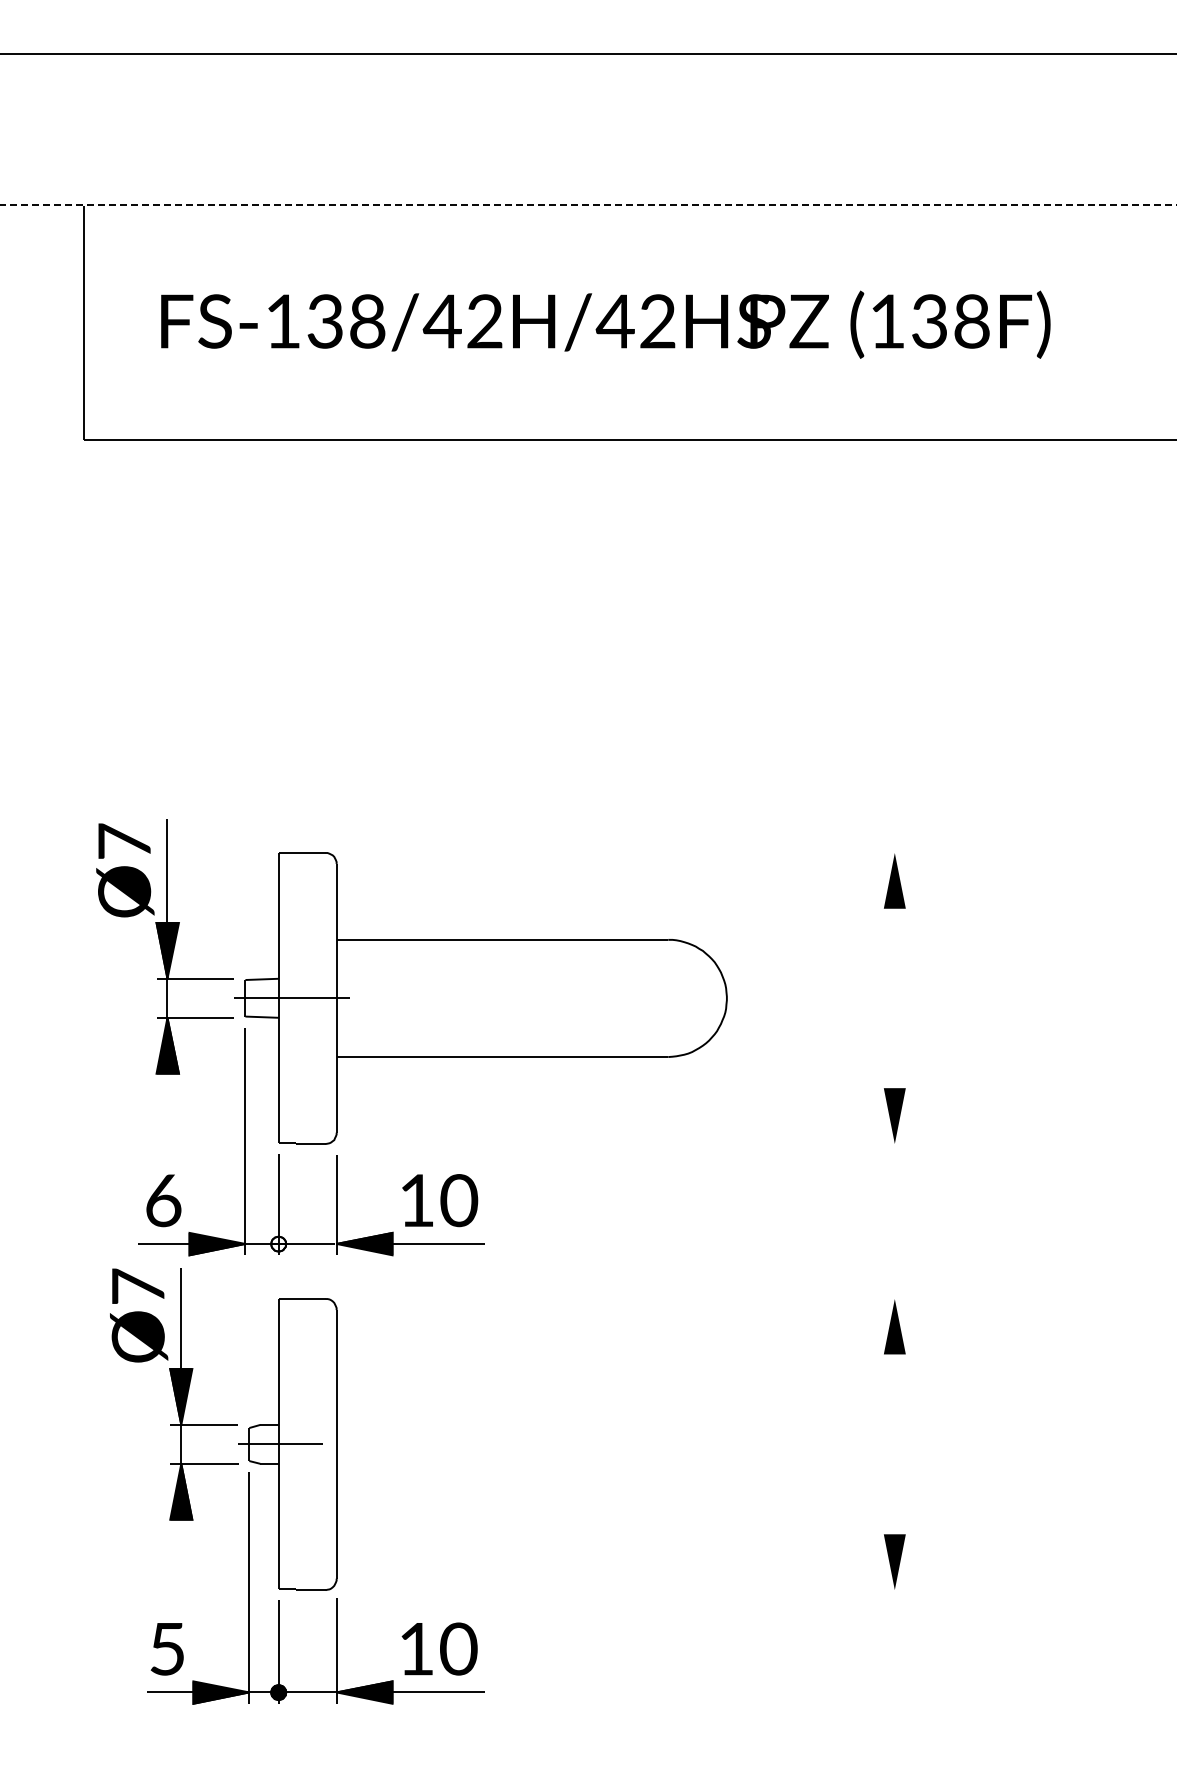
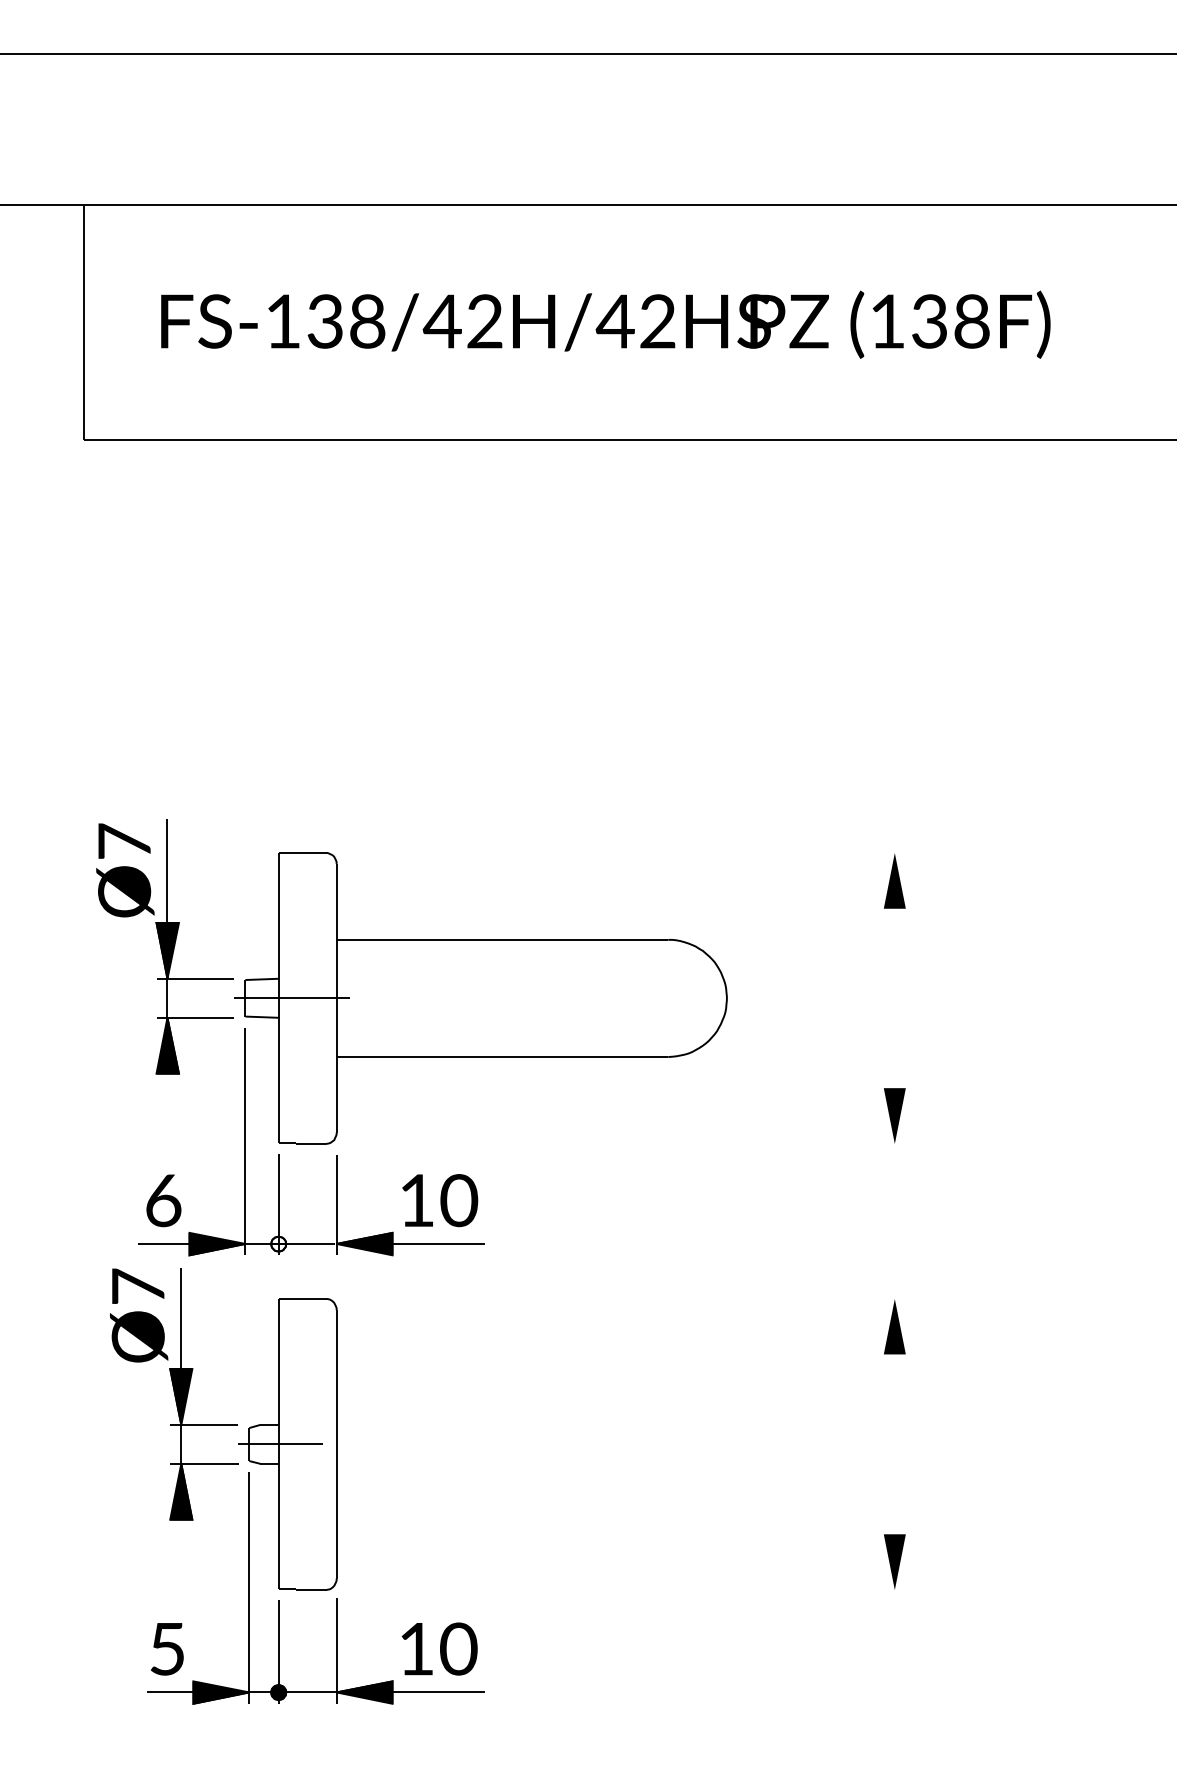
line at (588, 205): dashed -> solid
